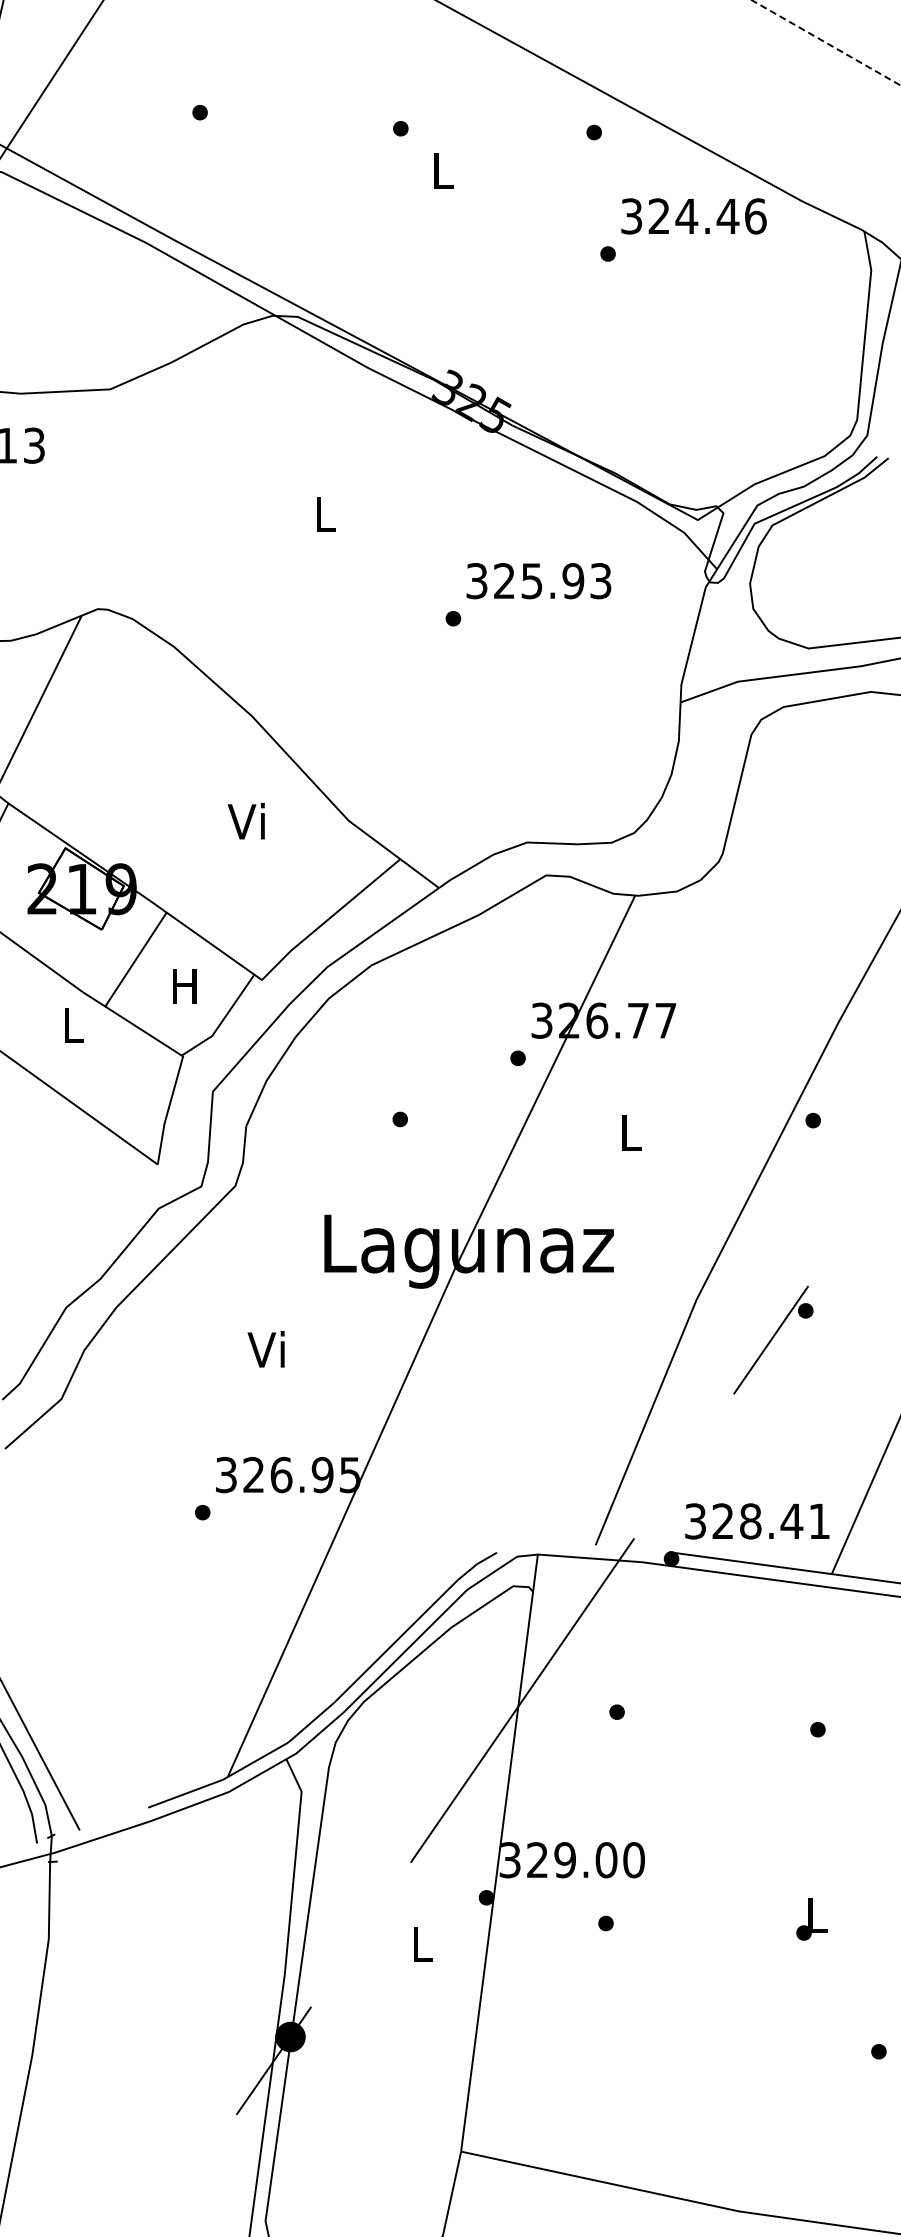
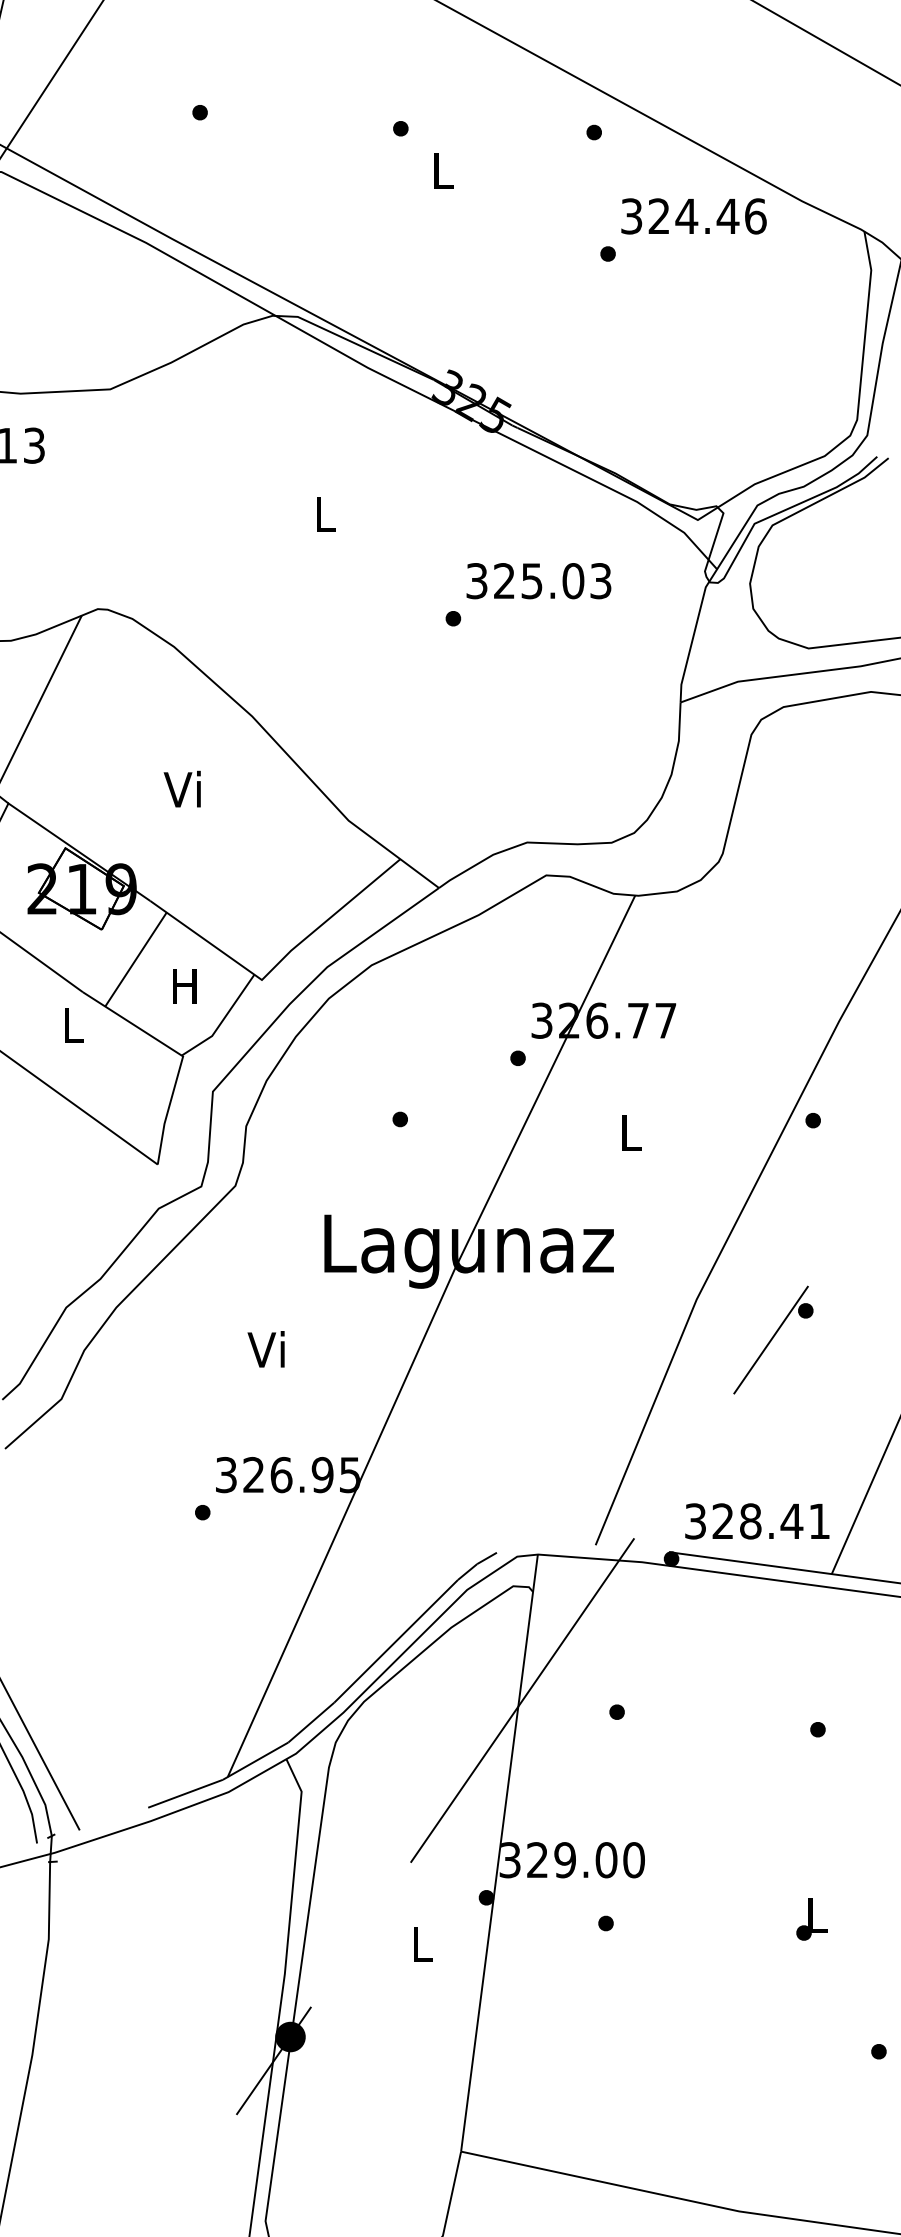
line at (825, 42): dashed -> solid
text at (573, 581): 325.93 -> 325.03
text at (245, 820) position: (245, 820) -> (181, 788)
